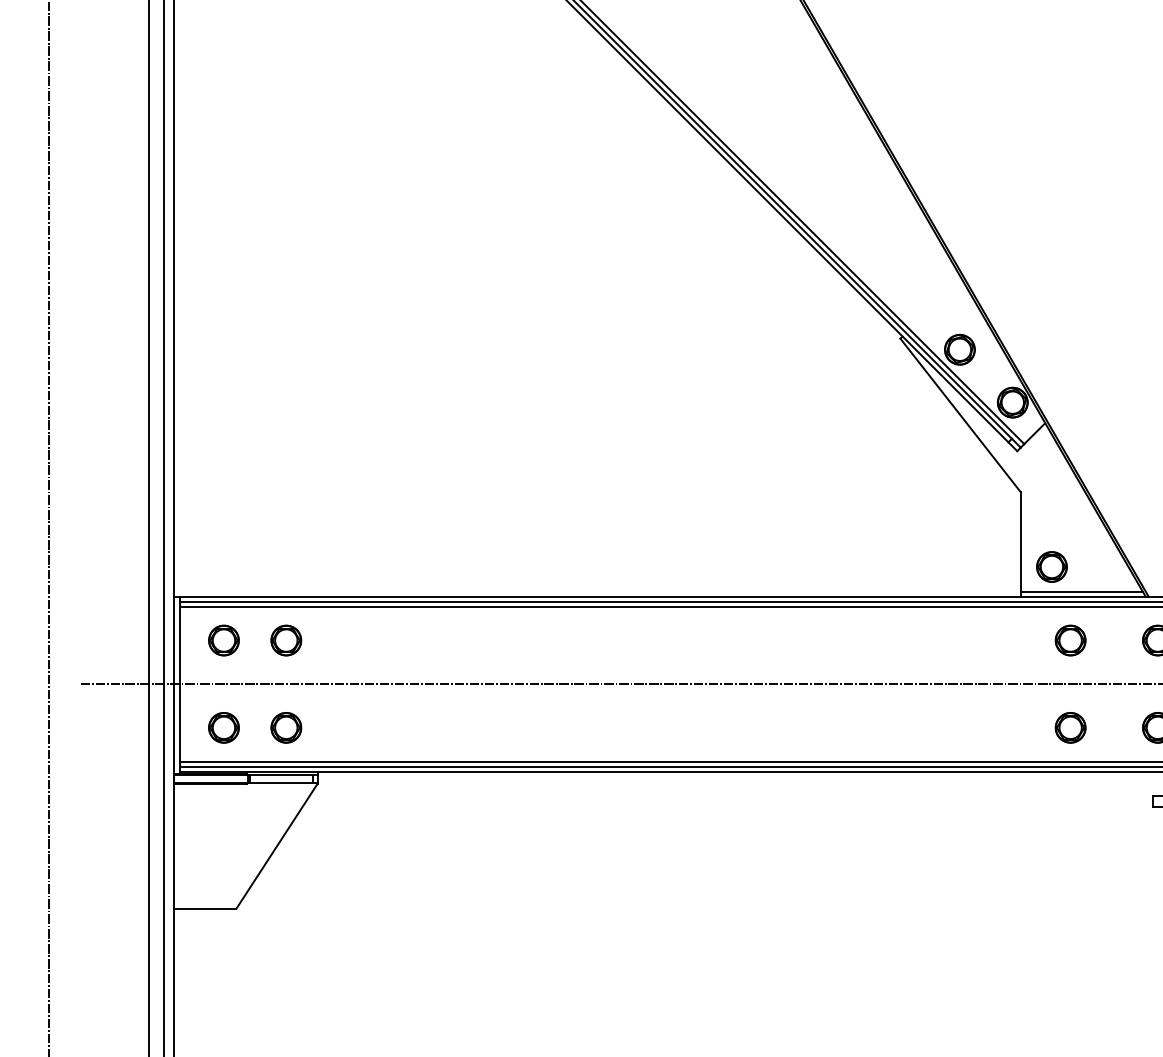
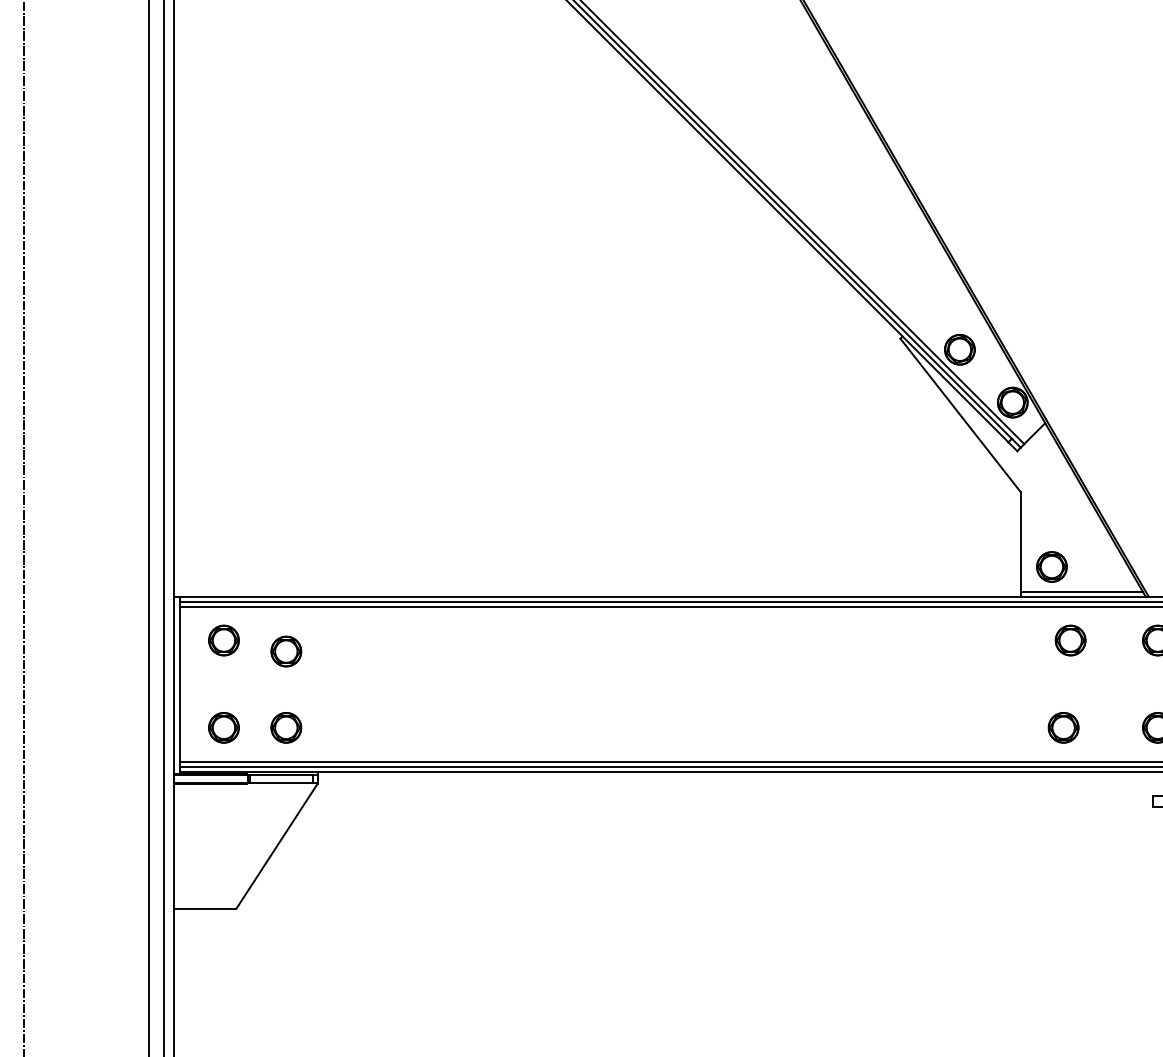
line at (49, 527) position: (49, 527) -> (24, 527)
part at (286, 640) position: (286, 640) -> (286, 651)
line at (619, 684): present -> none
part at (1070, 727) position: (1070, 727) -> (1063, 727)
